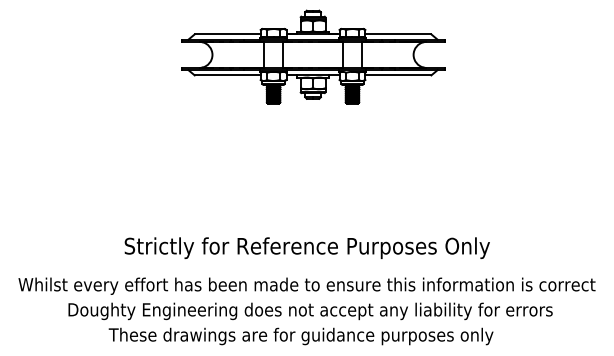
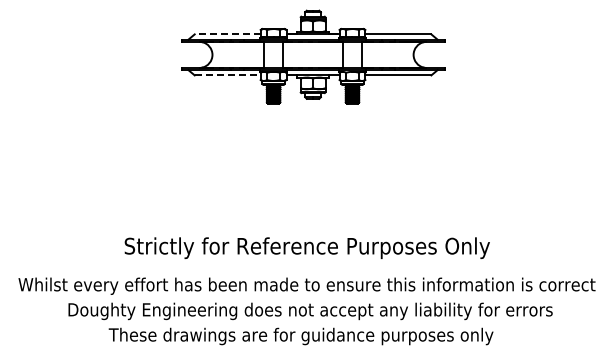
line at (227, 34): solid -> dashed
line at (227, 75): solid -> dashed
